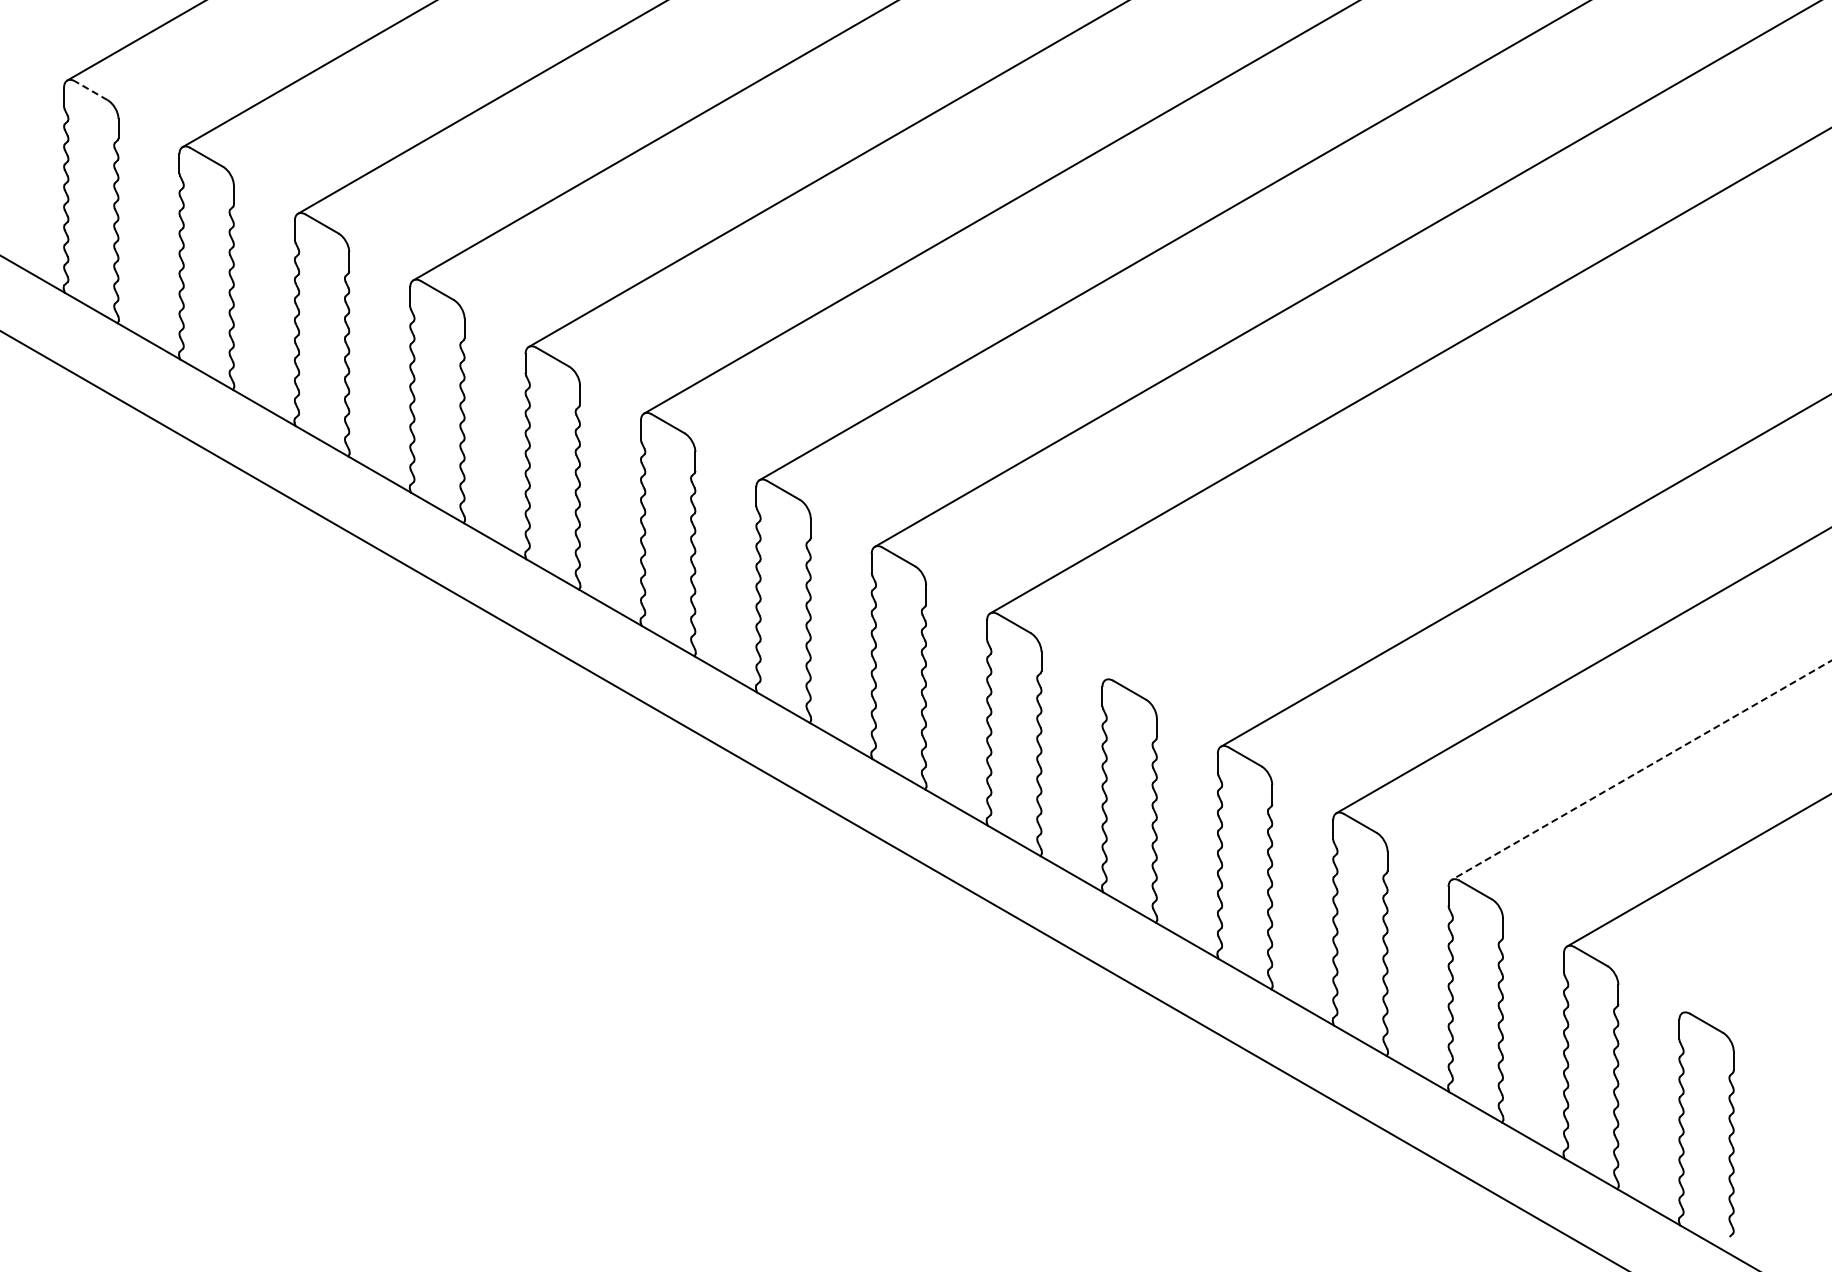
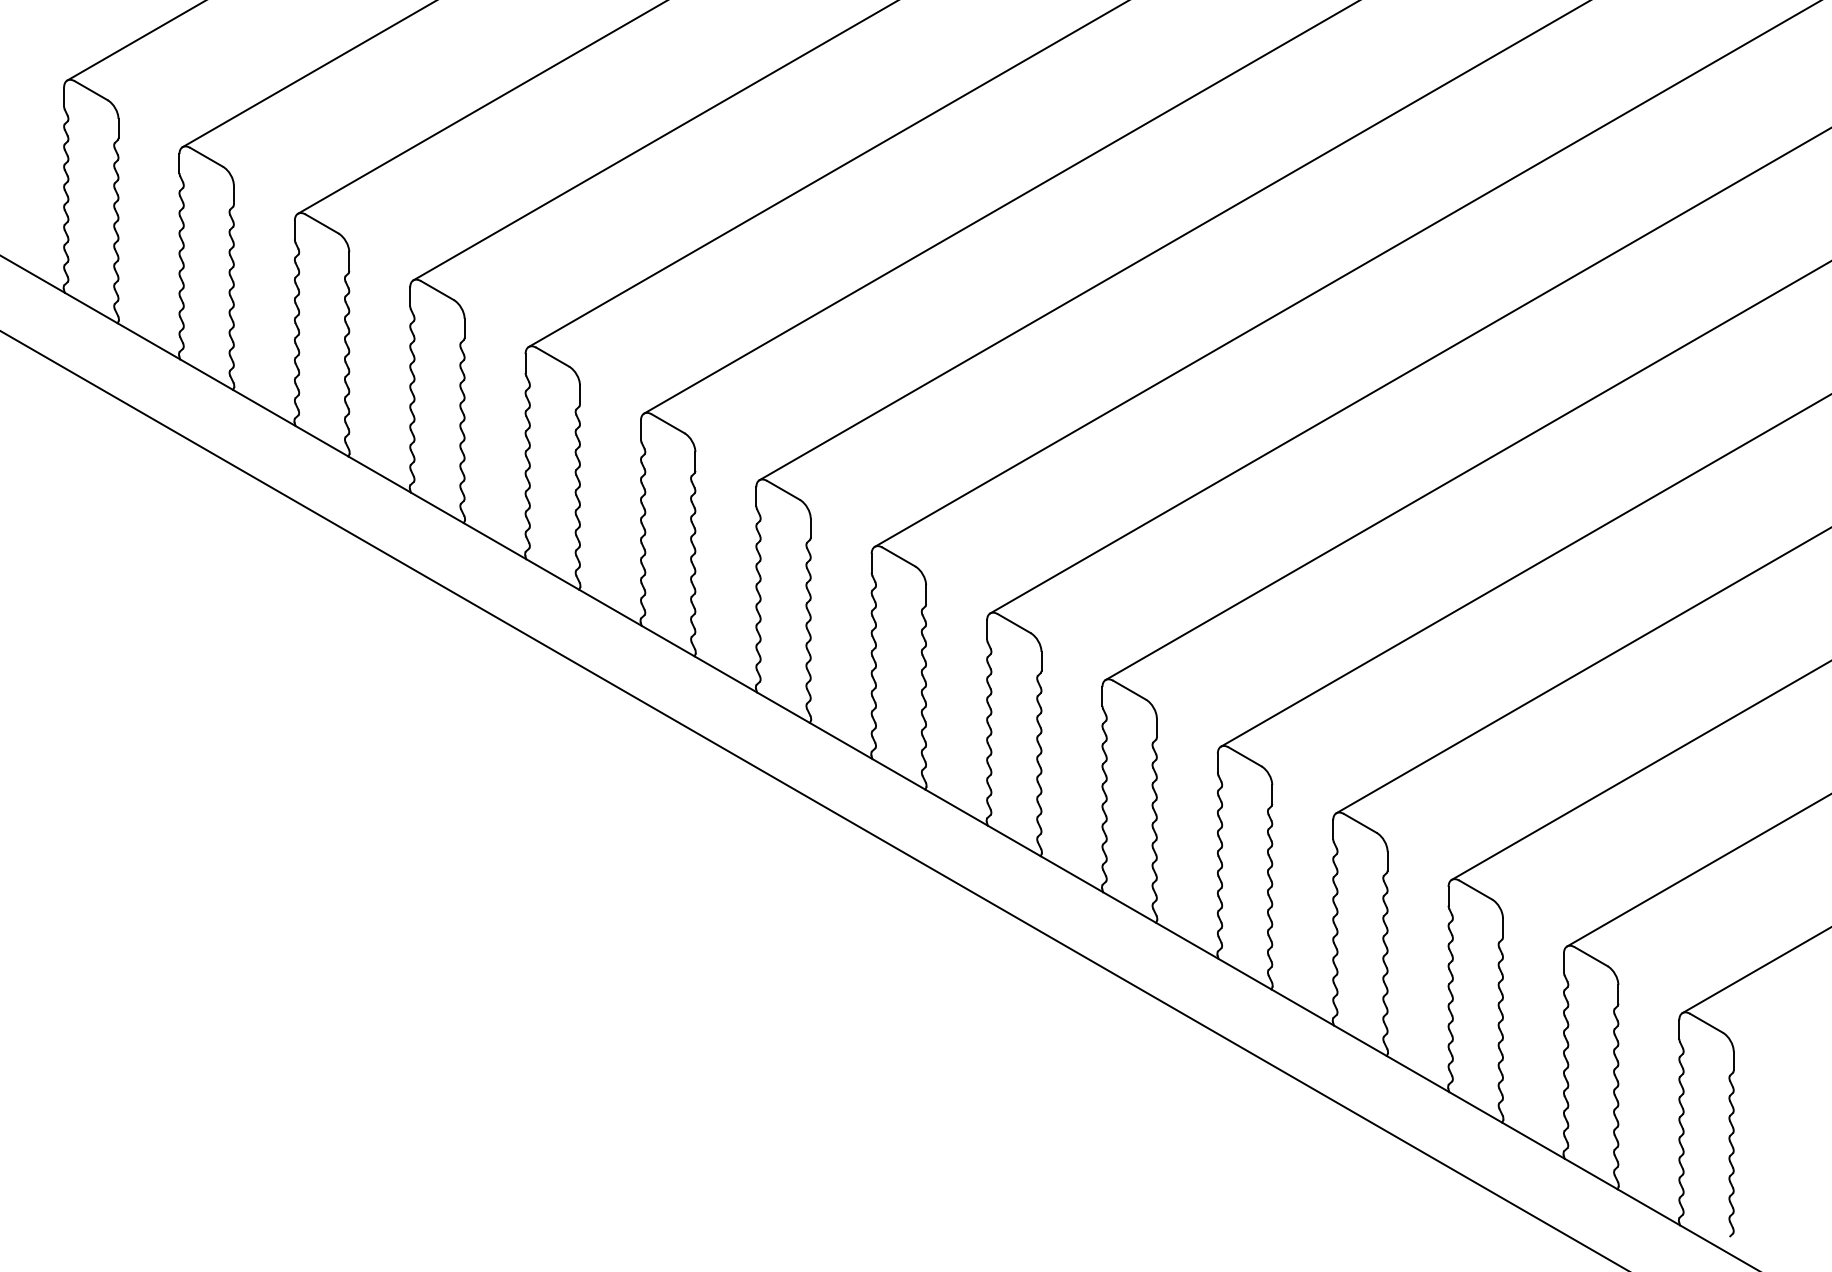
line at (91, 90): dashed -> solid
line at (1466, 471): none -> present
line at (1641, 770): dashed -> solid
line at (1755, 970): none -> present
